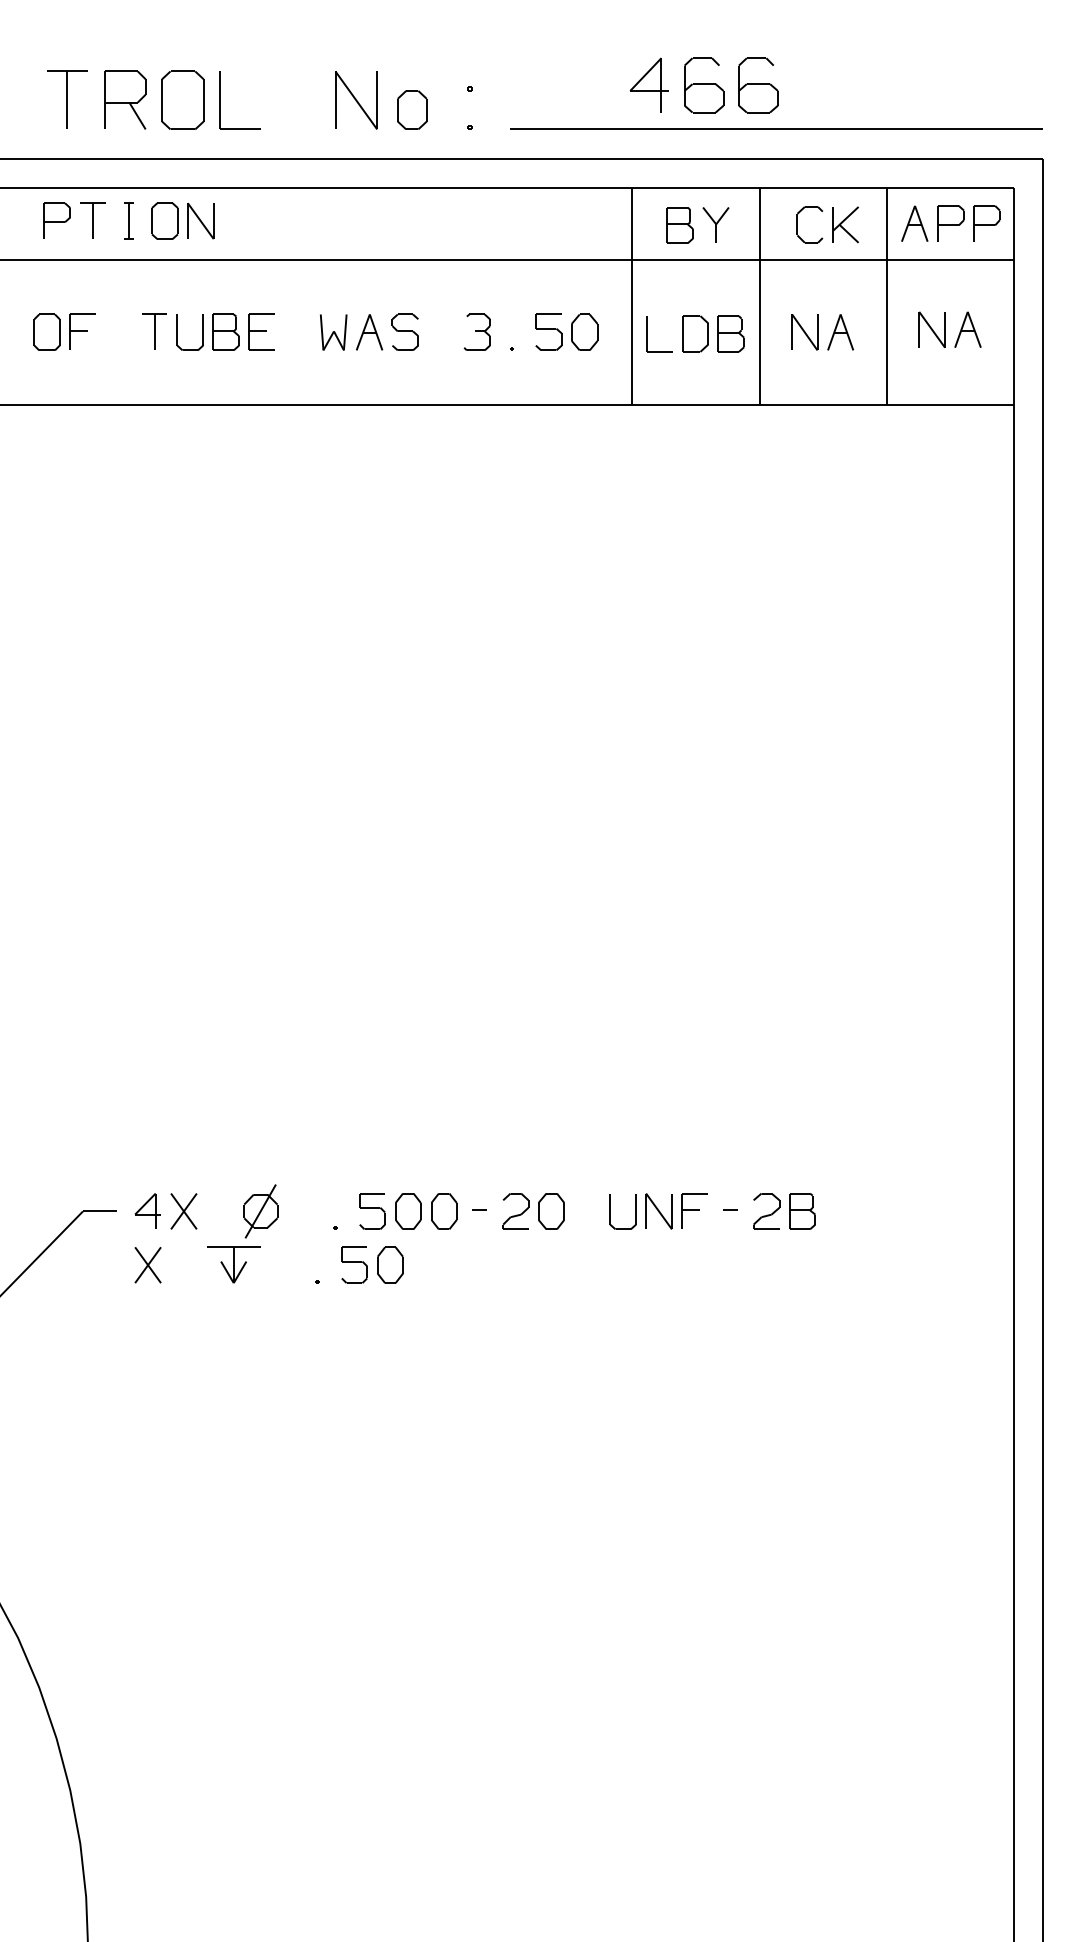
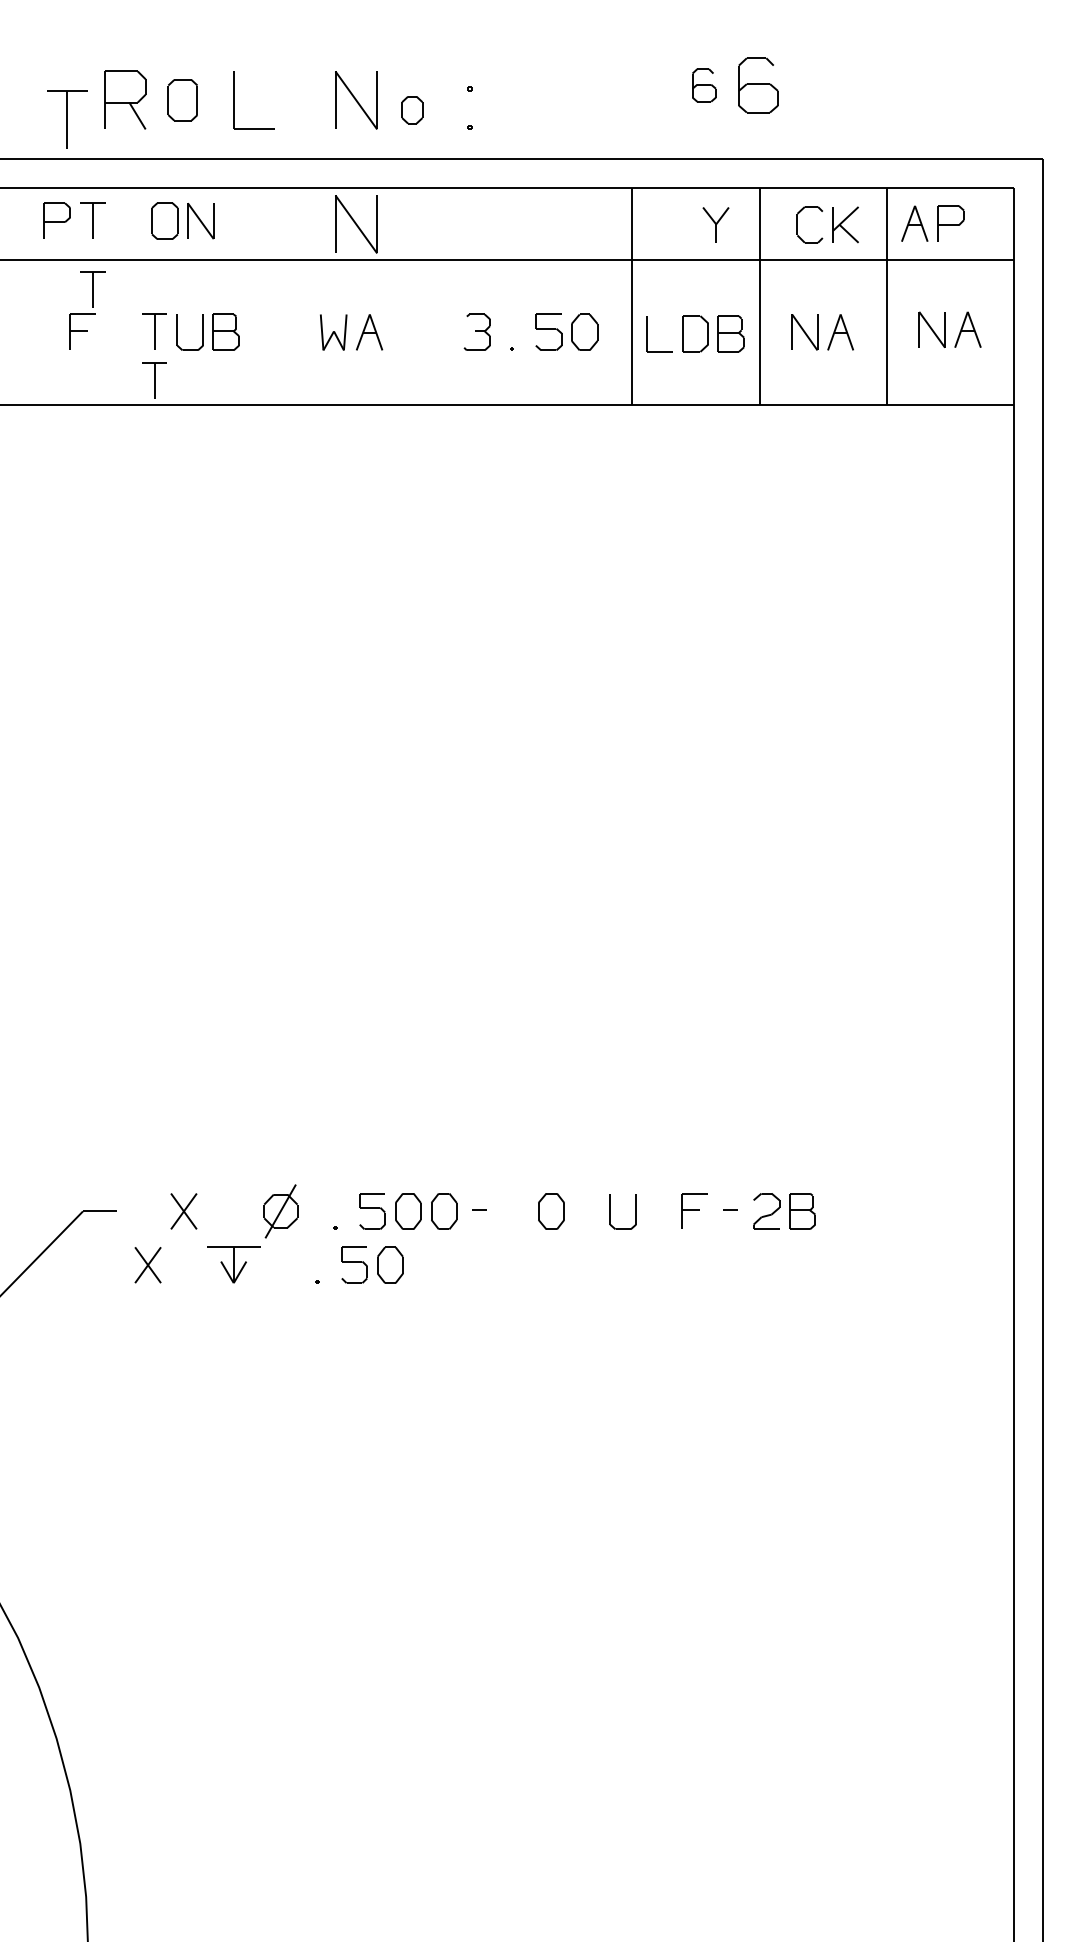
part at (648, 84): present -> none
part at (704, 85) size: 41x57 px -> 25x35 px
part at (67, 99) position: (67, 99) -> (67, 119)
part at (182, 99) size: 44x60 px -> 31x43 px
part at (220, 100) position: (220, 100) -> (234, 100)
part at (412, 109) size: 31x40 px -> 23x29 px
line at (776, 128): present -> none
part at (128, 220): present -> none
part at (986, 223): present -> none
part at (356, 224): none -> present
part at (679, 225): present -> none
part at (92, 289): none -> present
part at (46, 331): present -> none
part at (261, 331): present -> none
part at (404, 331): present -> none
part at (154, 380): none -> present
part at (147, 1210): present -> none
part at (260, 1211) position: (260, 1211) -> (280, 1211)
part at (515, 1211): present -> none
part at (658, 1211): present -> none
